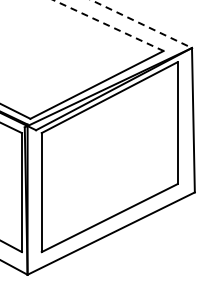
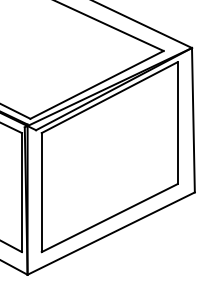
line at (141, 24): dashed -> solid
line at (108, 25): dashed -> solid
